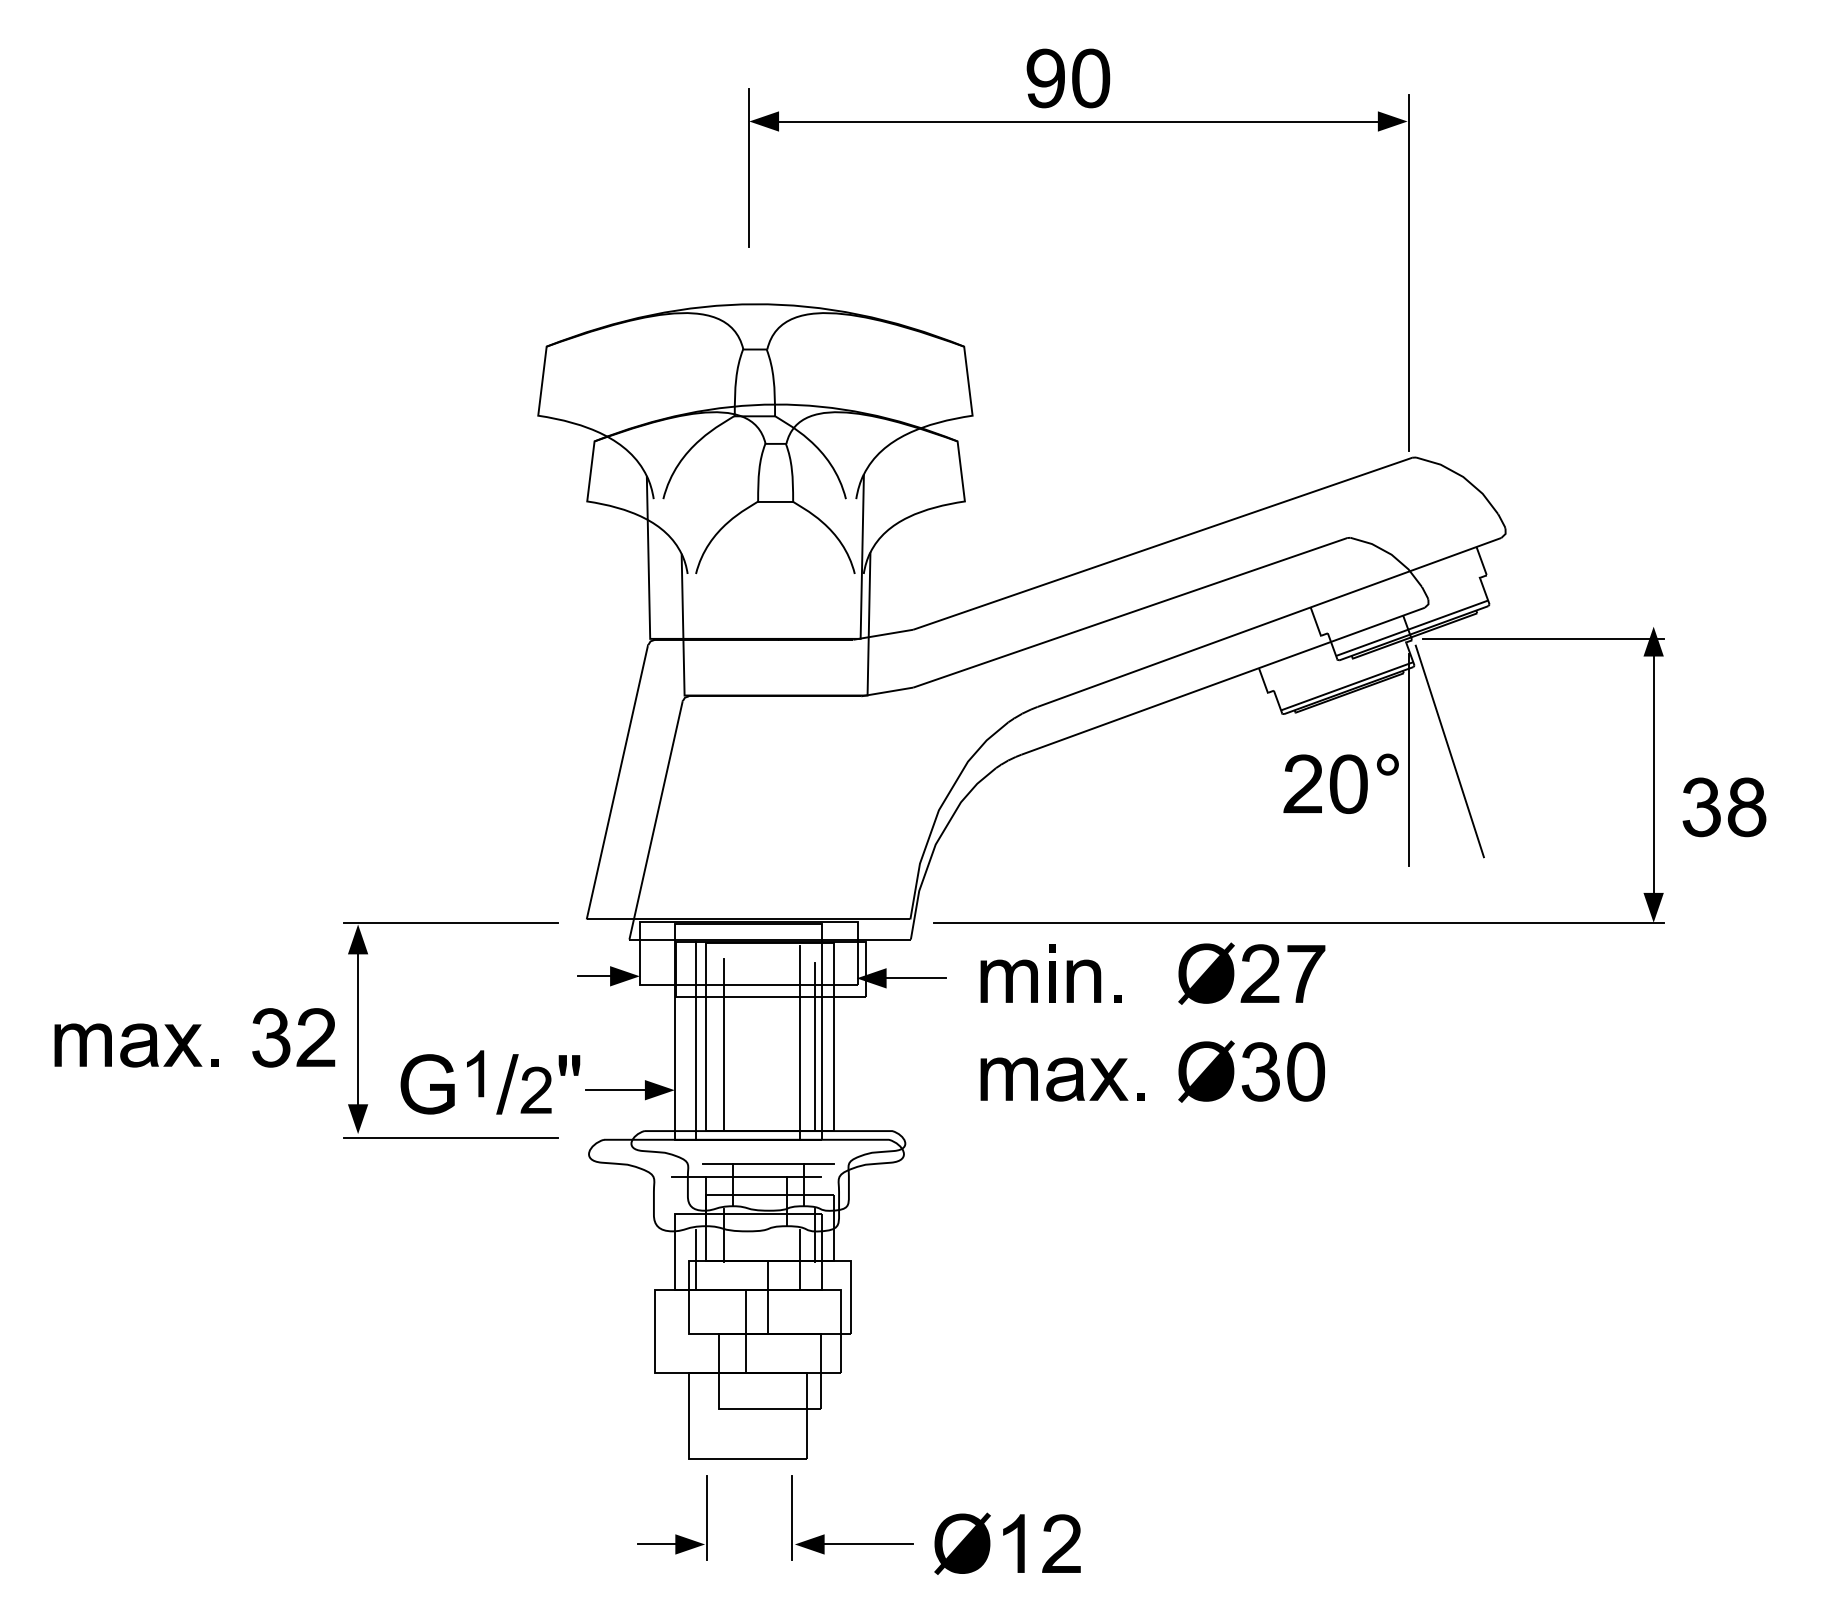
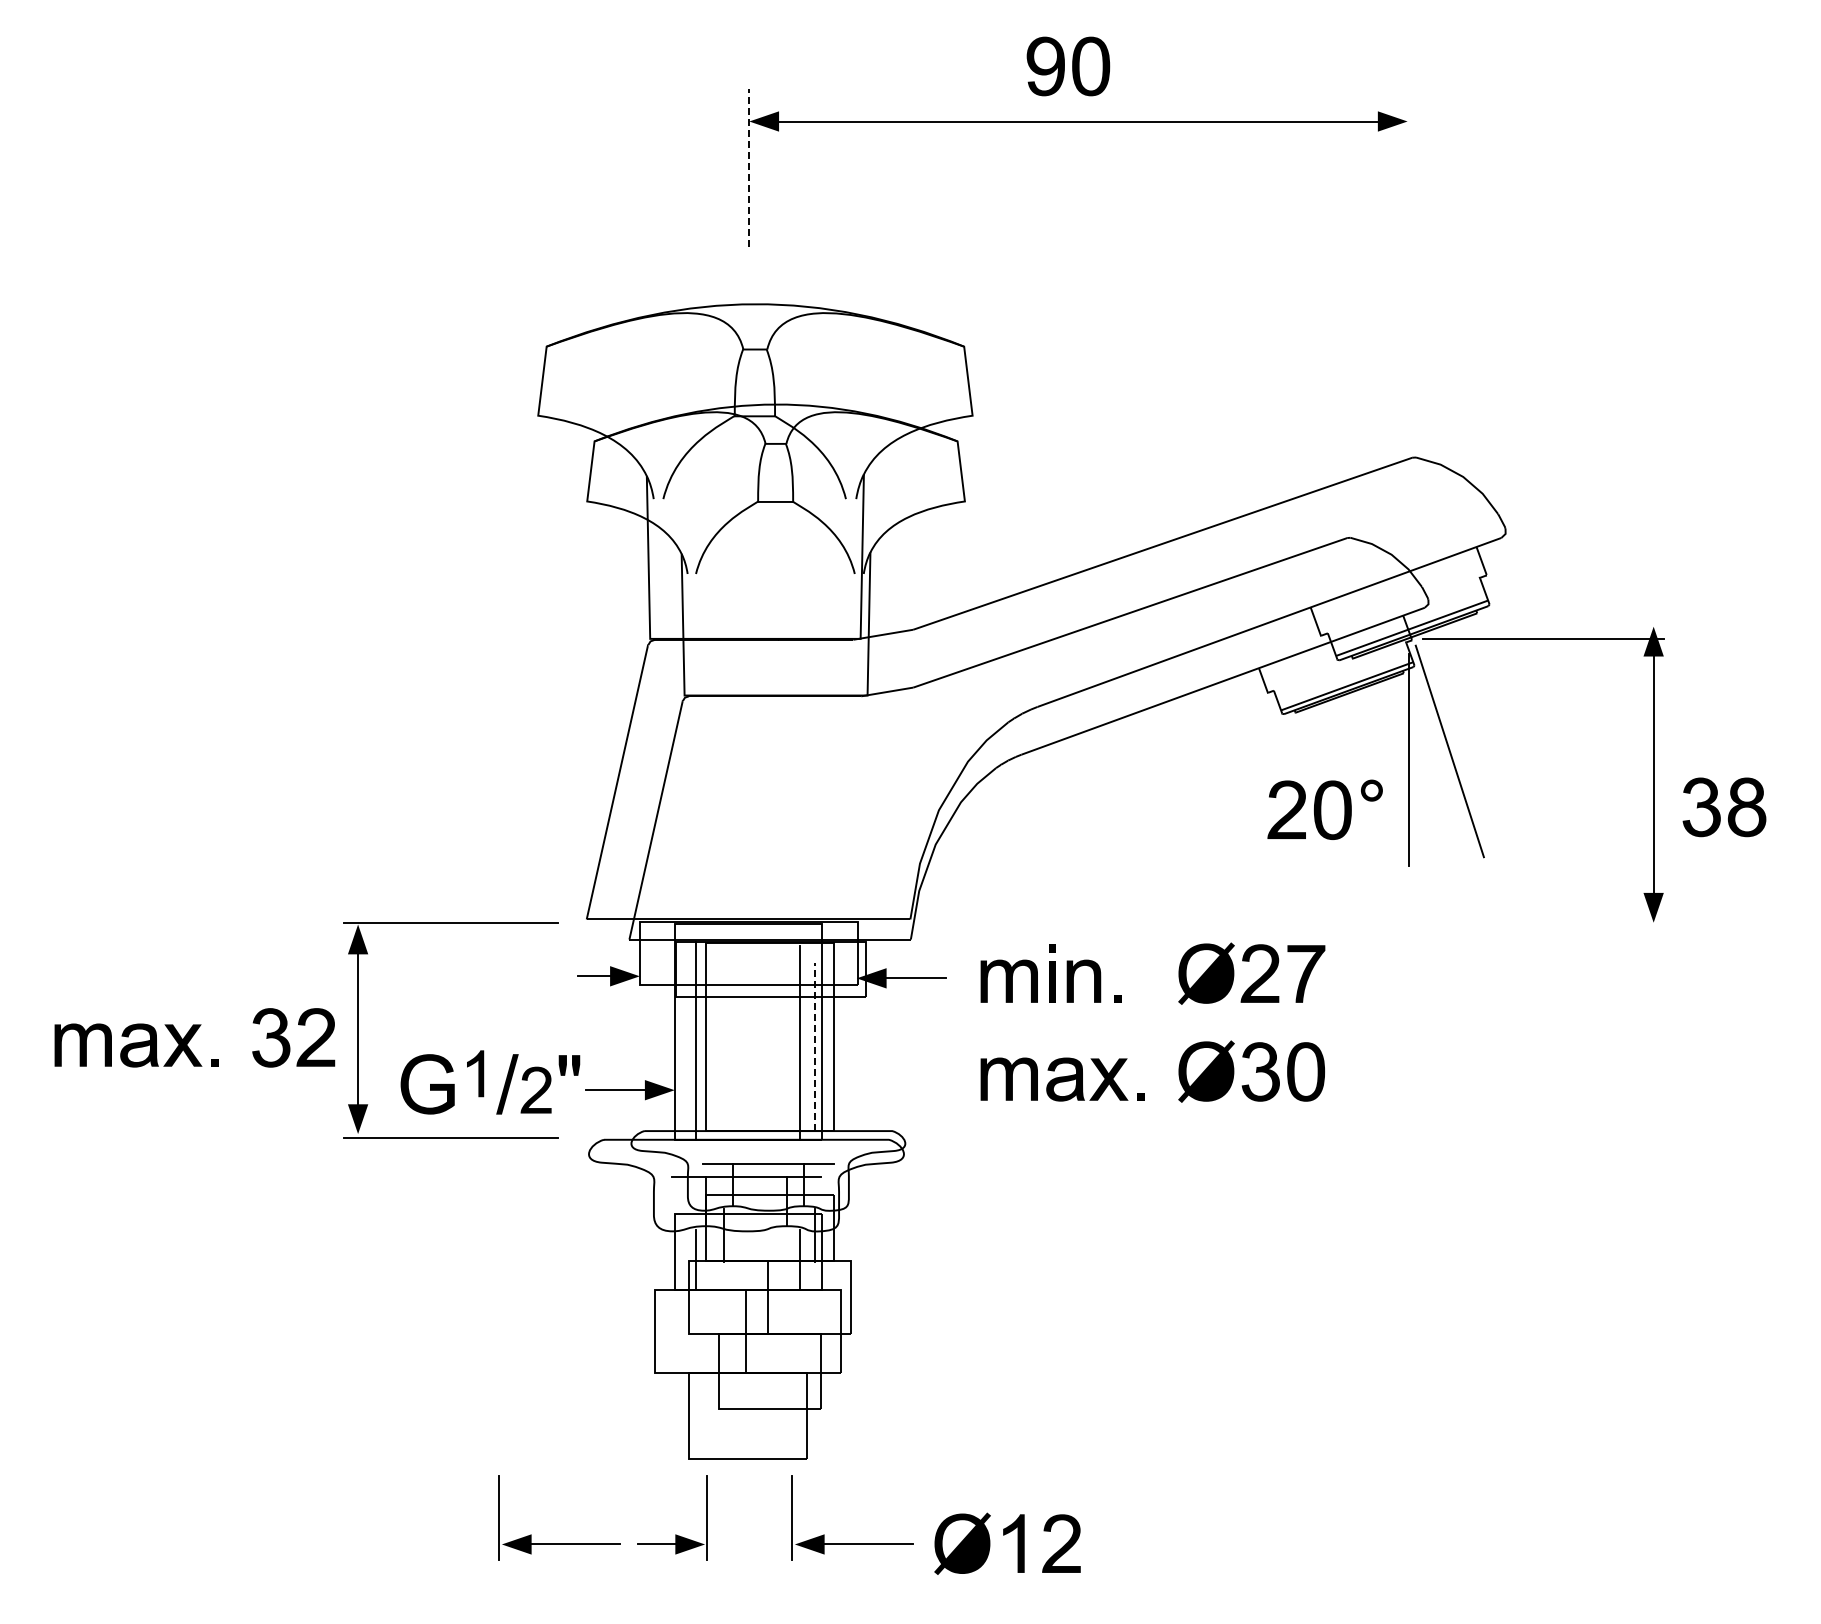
part at (1068, 78) position: (1068, 78) -> (1068, 66)
line at (749, 167): solid -> dashed
line at (1408, 273): present -> none
part at (1340, 783) position: (1340, 783) -> (1324, 809)
line at (1298, 922): present -> none
line at (724, 1045): present -> none
line at (814, 1046): solid -> dashed
part at (559, 1543): none -> present
